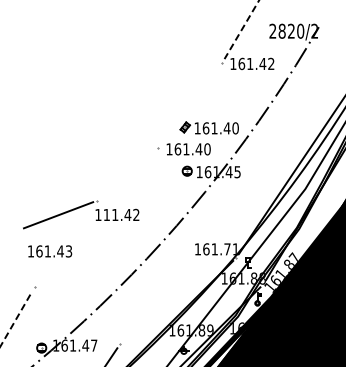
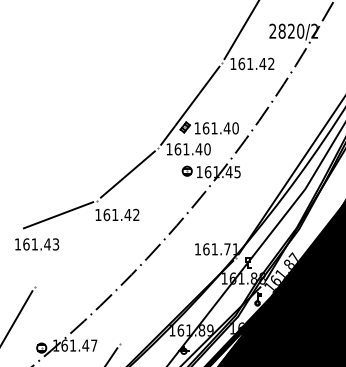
line at (325, 14): none -> present
line at (241, 29): dashed -> solid
line at (190, 105): none -> present
line at (127, 174): none -> present
text at (106, 214): 111.42 -> 161.42
text at (50, 251) position: (50, 251) -> (37, 244)
line at (16, 318): dashed -> solid
